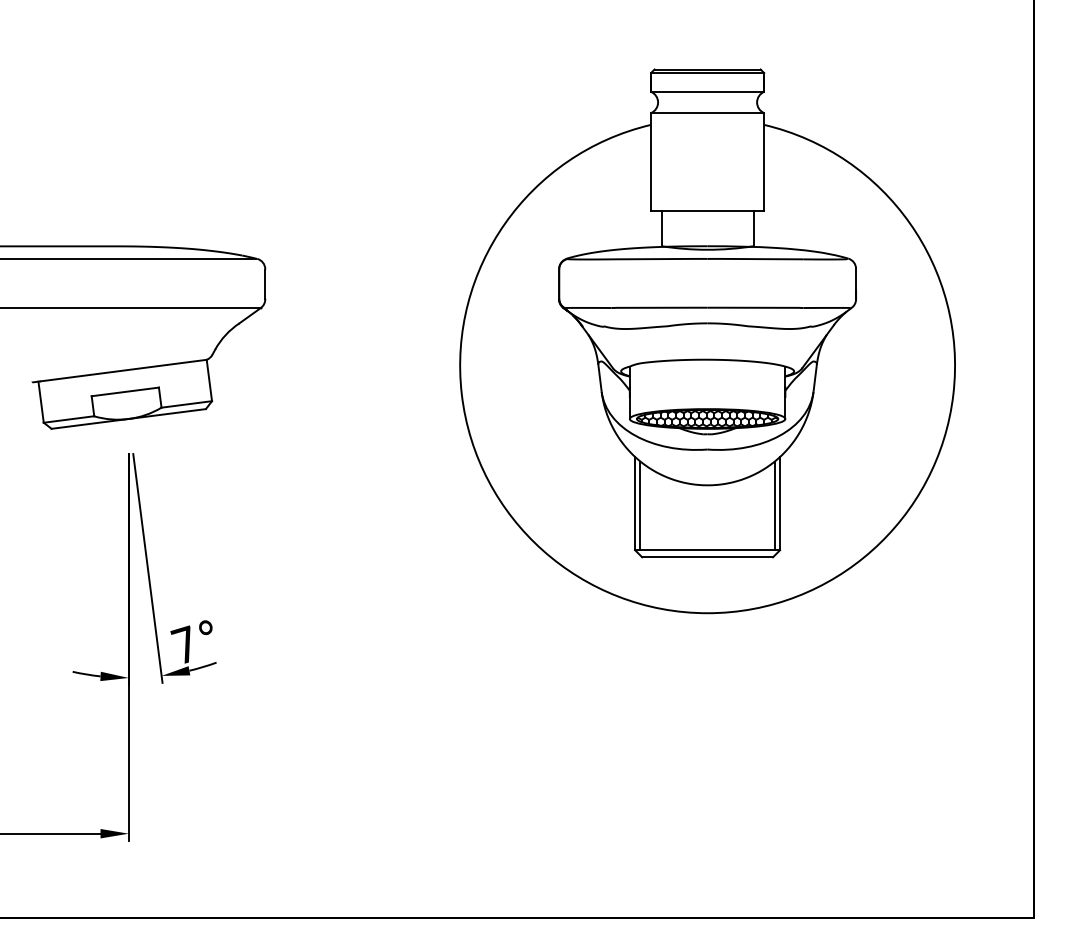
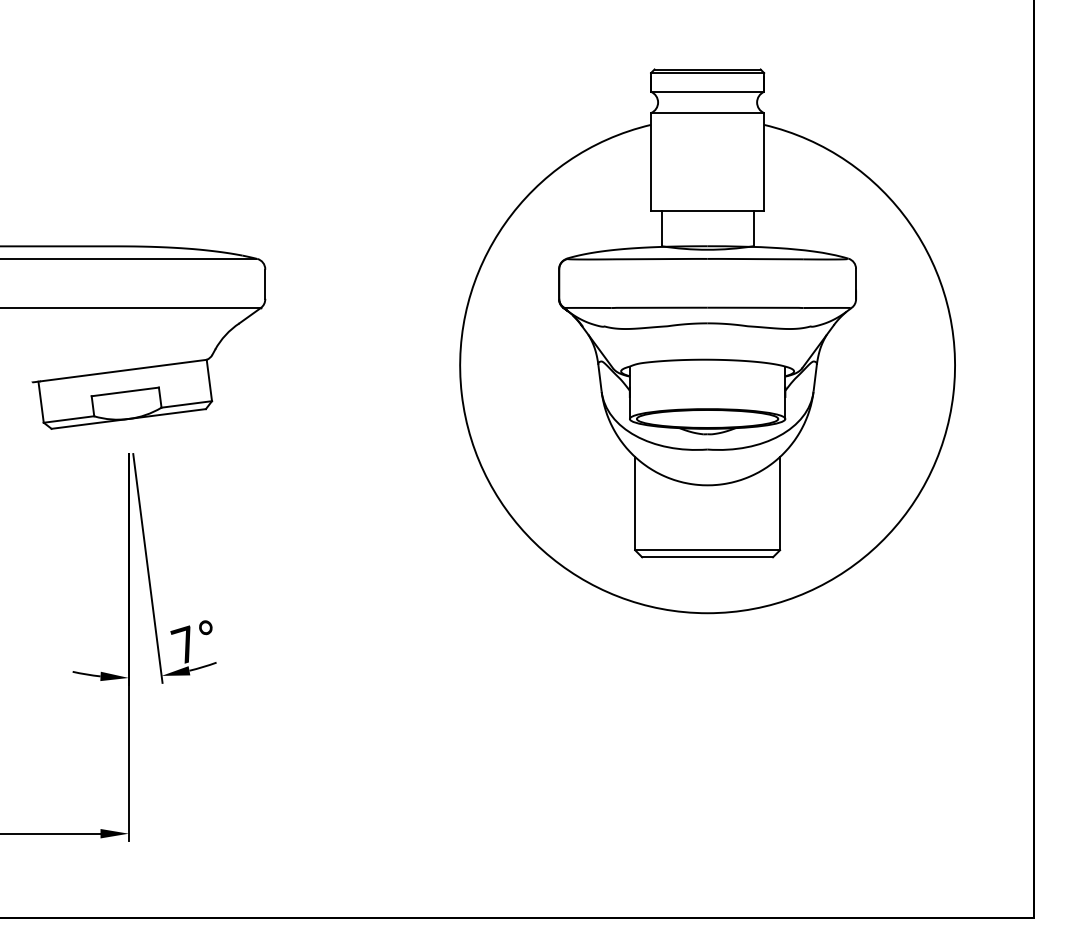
hatch at (707, 418): present -> none
line at (640, 505): present -> none
line at (774, 505): present -> none
